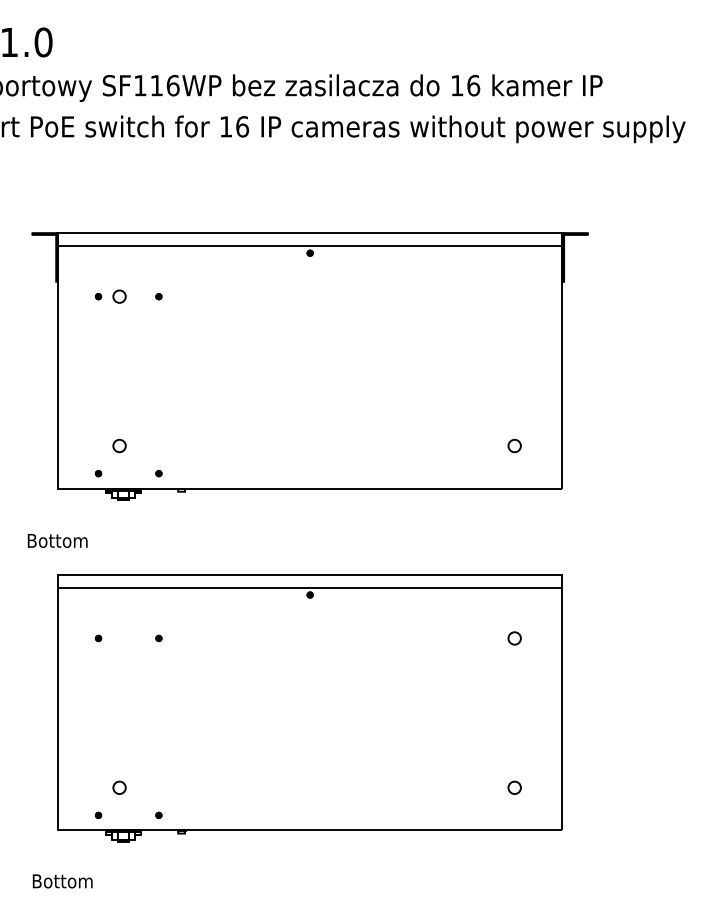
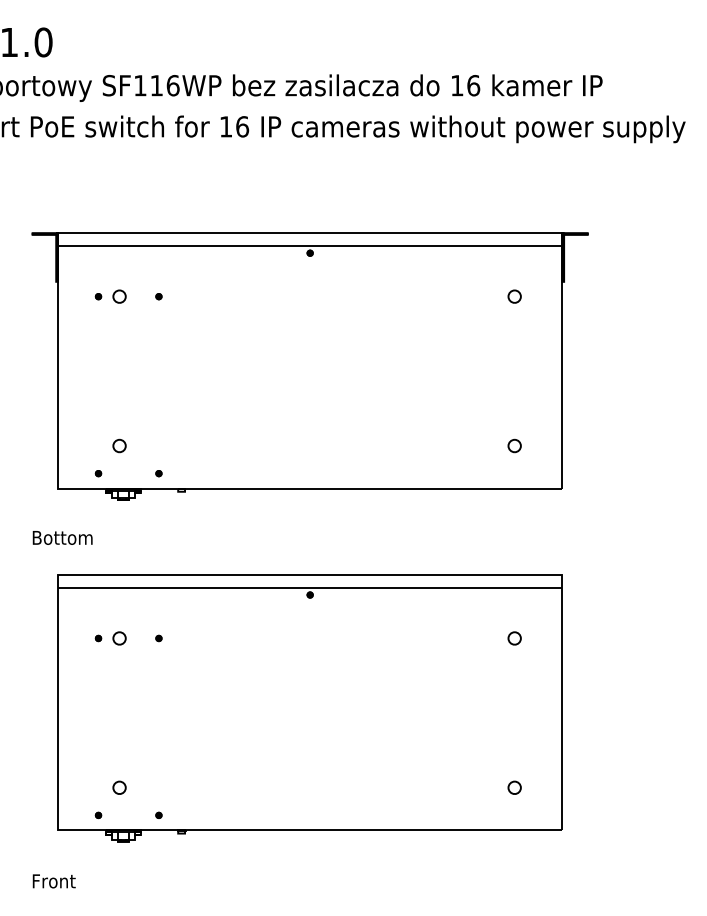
part at (514, 296): none -> present
text at (57, 540) position: (57, 540) -> (62, 537)
part at (119, 638): none -> present
text at (63, 881): Bottom -> Front
